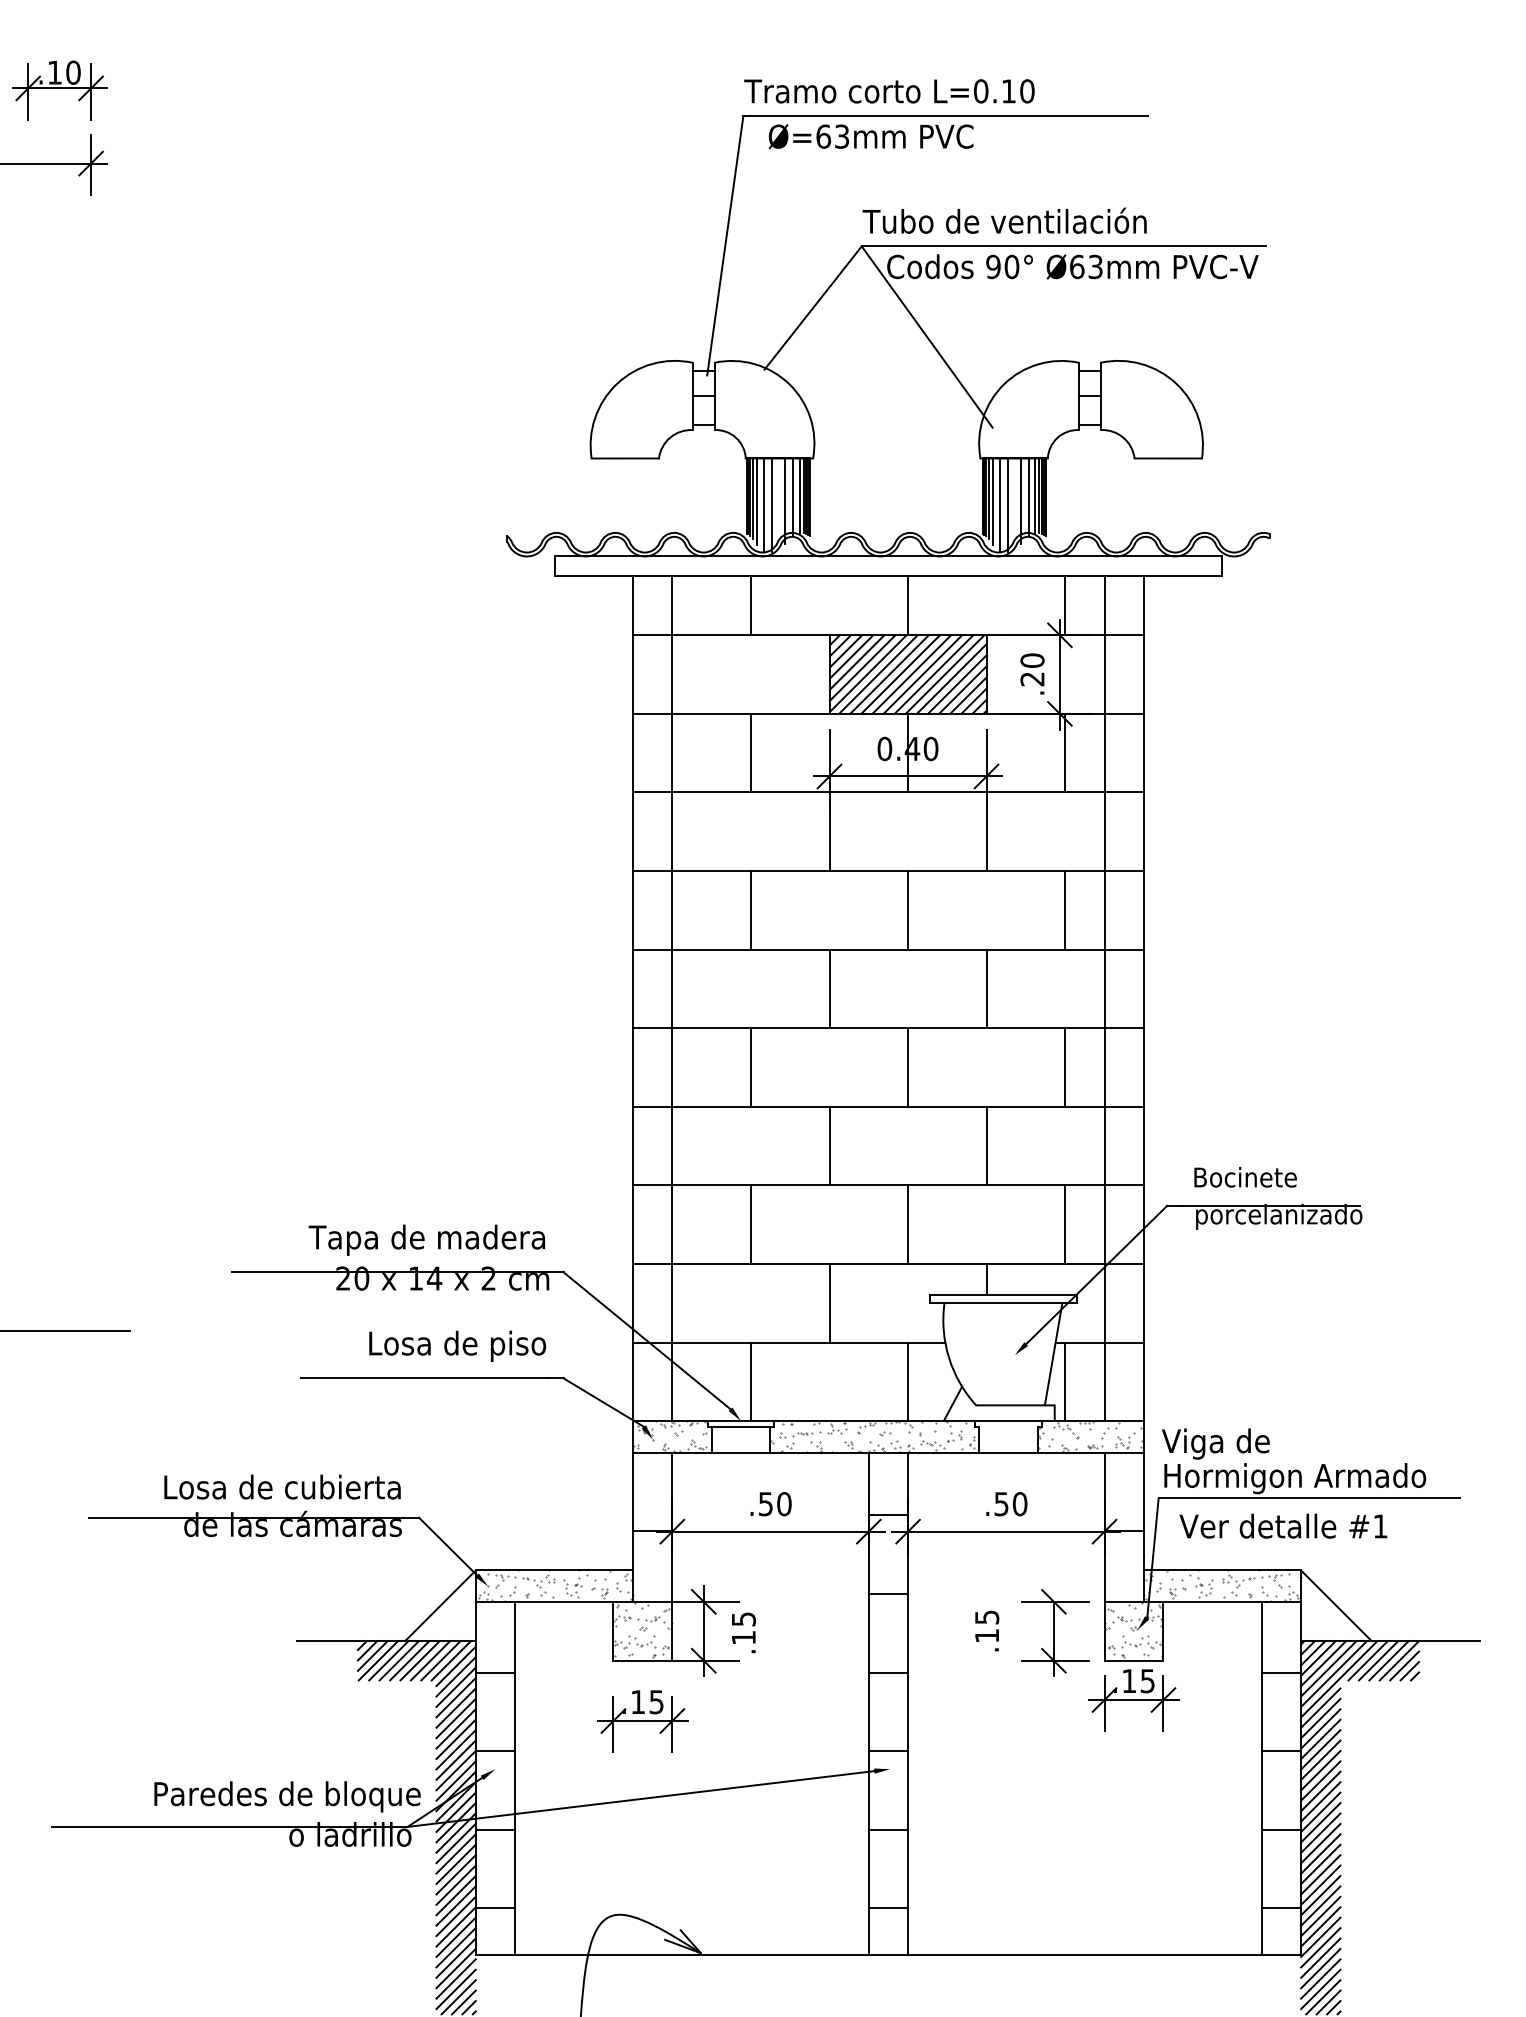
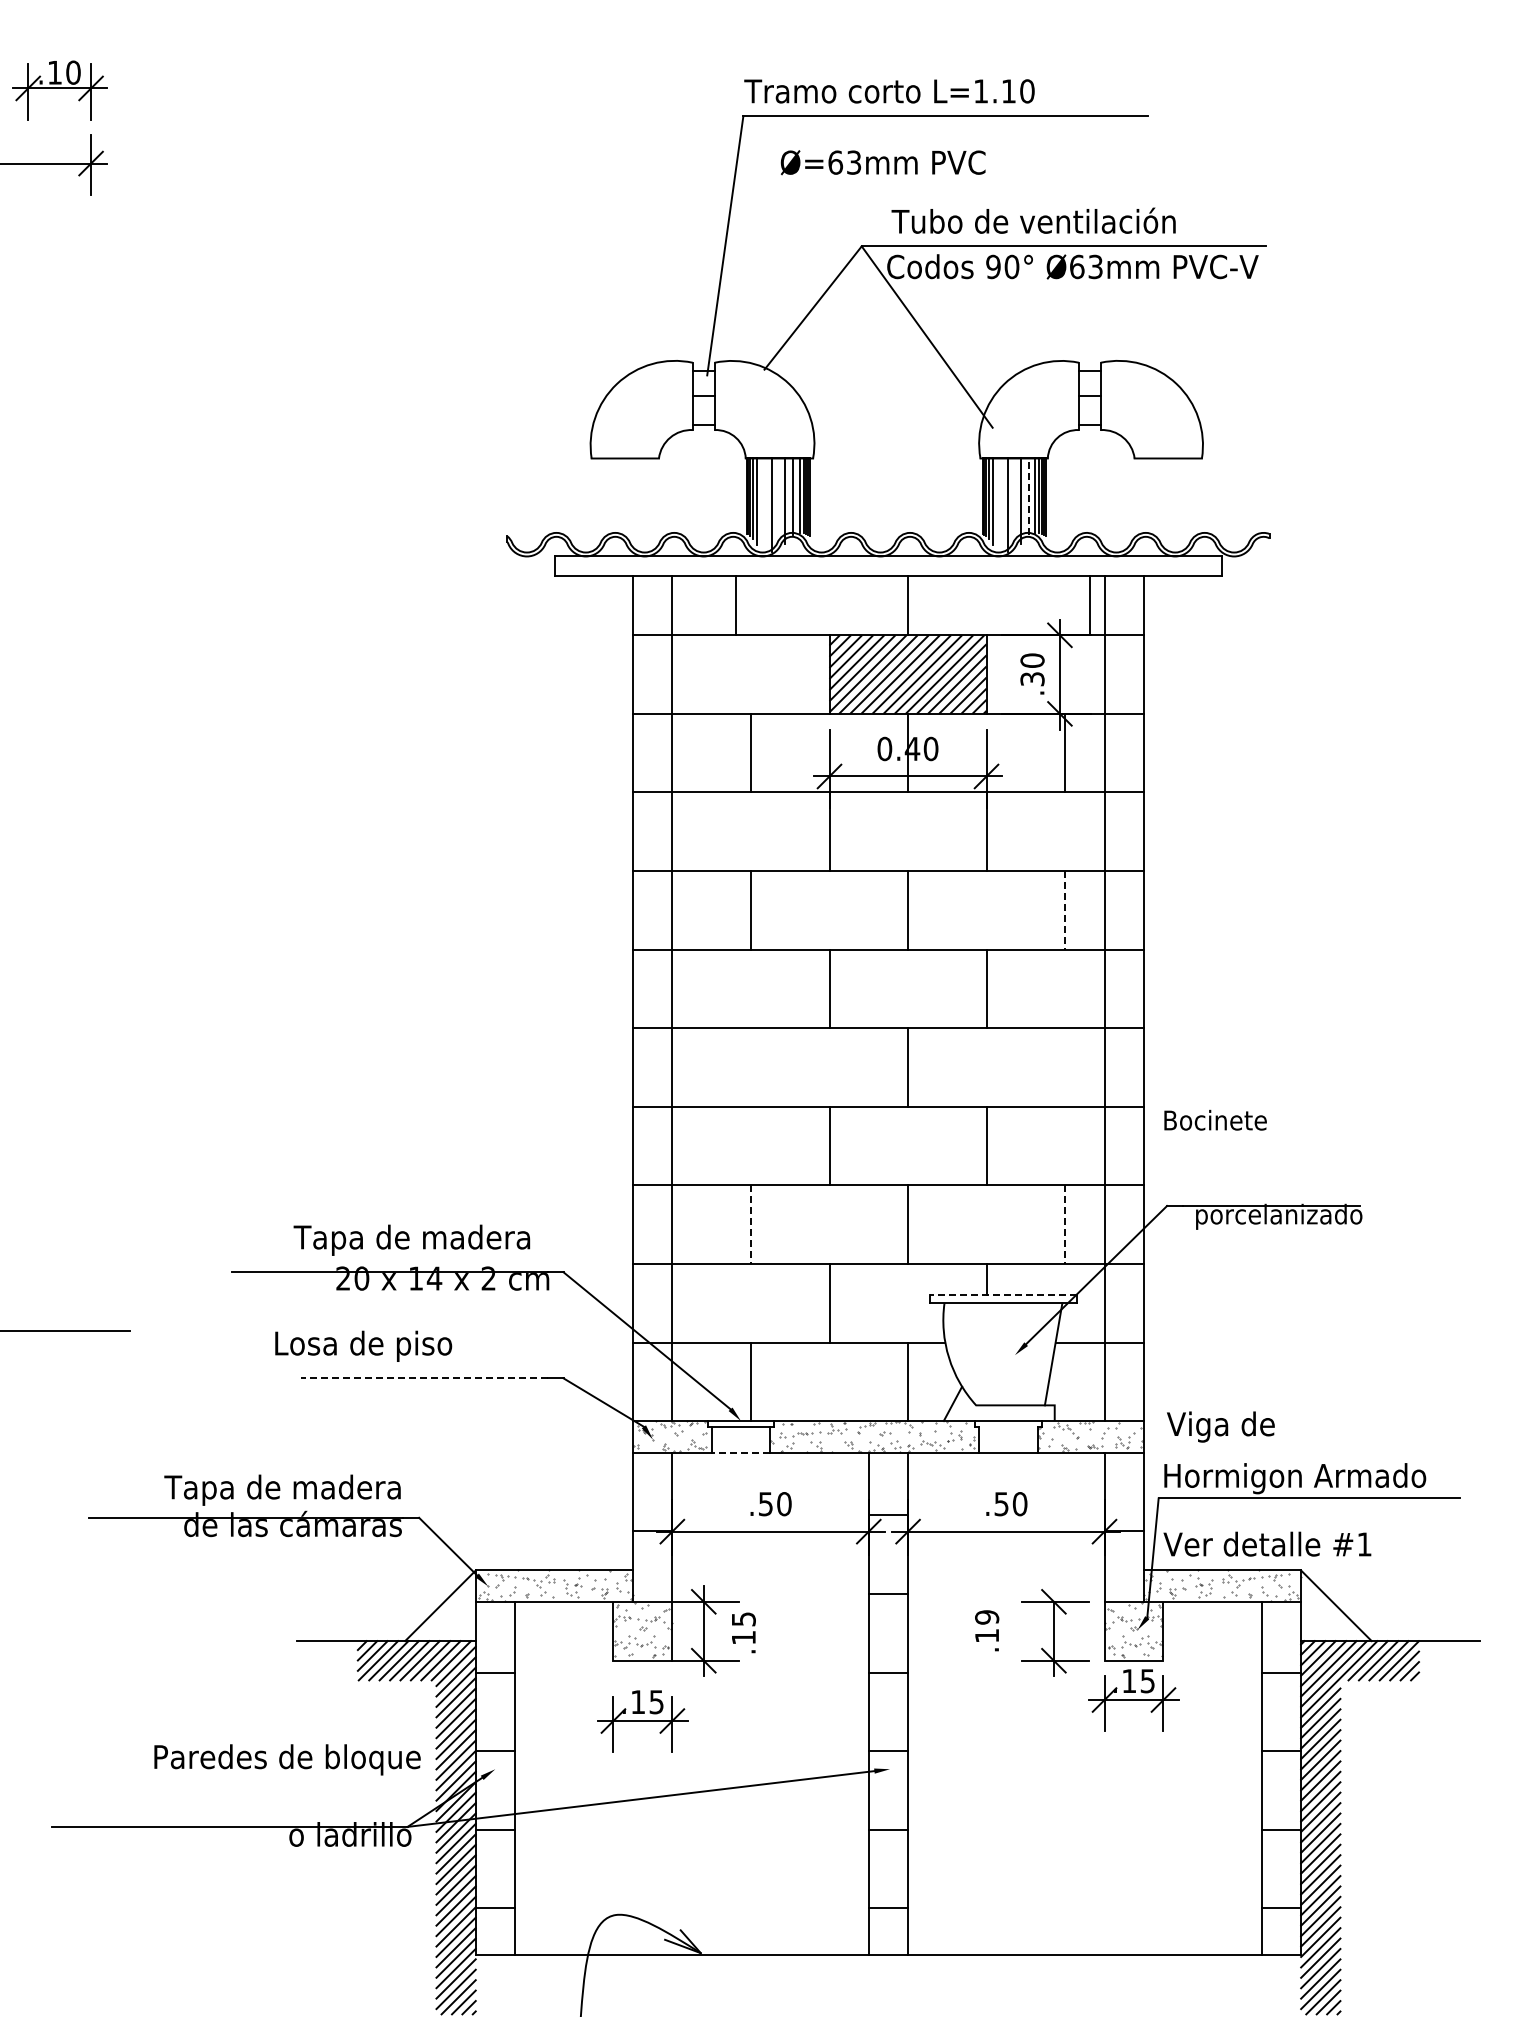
text at (980, 91): L=0.10 -> L=1.10
text at (870, 136) position: (870, 136) -> (882, 162)
text at (1004, 220) position: (1004, 220) -> (1033, 220)
line at (1028, 496): solid -> dashed
line at (764, 504): present -> none
line at (999, 504): present -> none
line at (750, 605) position: (750, 605) -> (735, 605)
line at (1065, 605) position: (1065, 605) -> (1090, 605)
text at (1032, 679): .20 -> .30
line at (1065, 910): solid -> dashed
line at (750, 1067): present -> none
line at (1065, 1067): present -> none
text at (1245, 1176) position: (1245, 1176) -> (1215, 1119)
line at (750, 1225): solid -> dashed
line at (1065, 1225): solid -> dashed
text at (426, 1239) position: (426, 1239) -> (411, 1239)
line at (1003, 1295): solid -> dashed
text at (457, 1345) position: (457, 1345) -> (363, 1345)
line at (423, 1378): solid -> dashed
line at (1065, 1381): present -> none
text at (1215, 1443) position: (1215, 1443) -> (1220, 1426)
line at (740, 1452): solid -> dashed
text at (274, 1489): Losa de cubierta -> Tapa de madera
text at (1283, 1525) position: (1283, 1525) -> (1267, 1543)
text at (986, 1617): .15 -> .19
text at (287, 1796) position: (287, 1796) -> (287, 1759)
